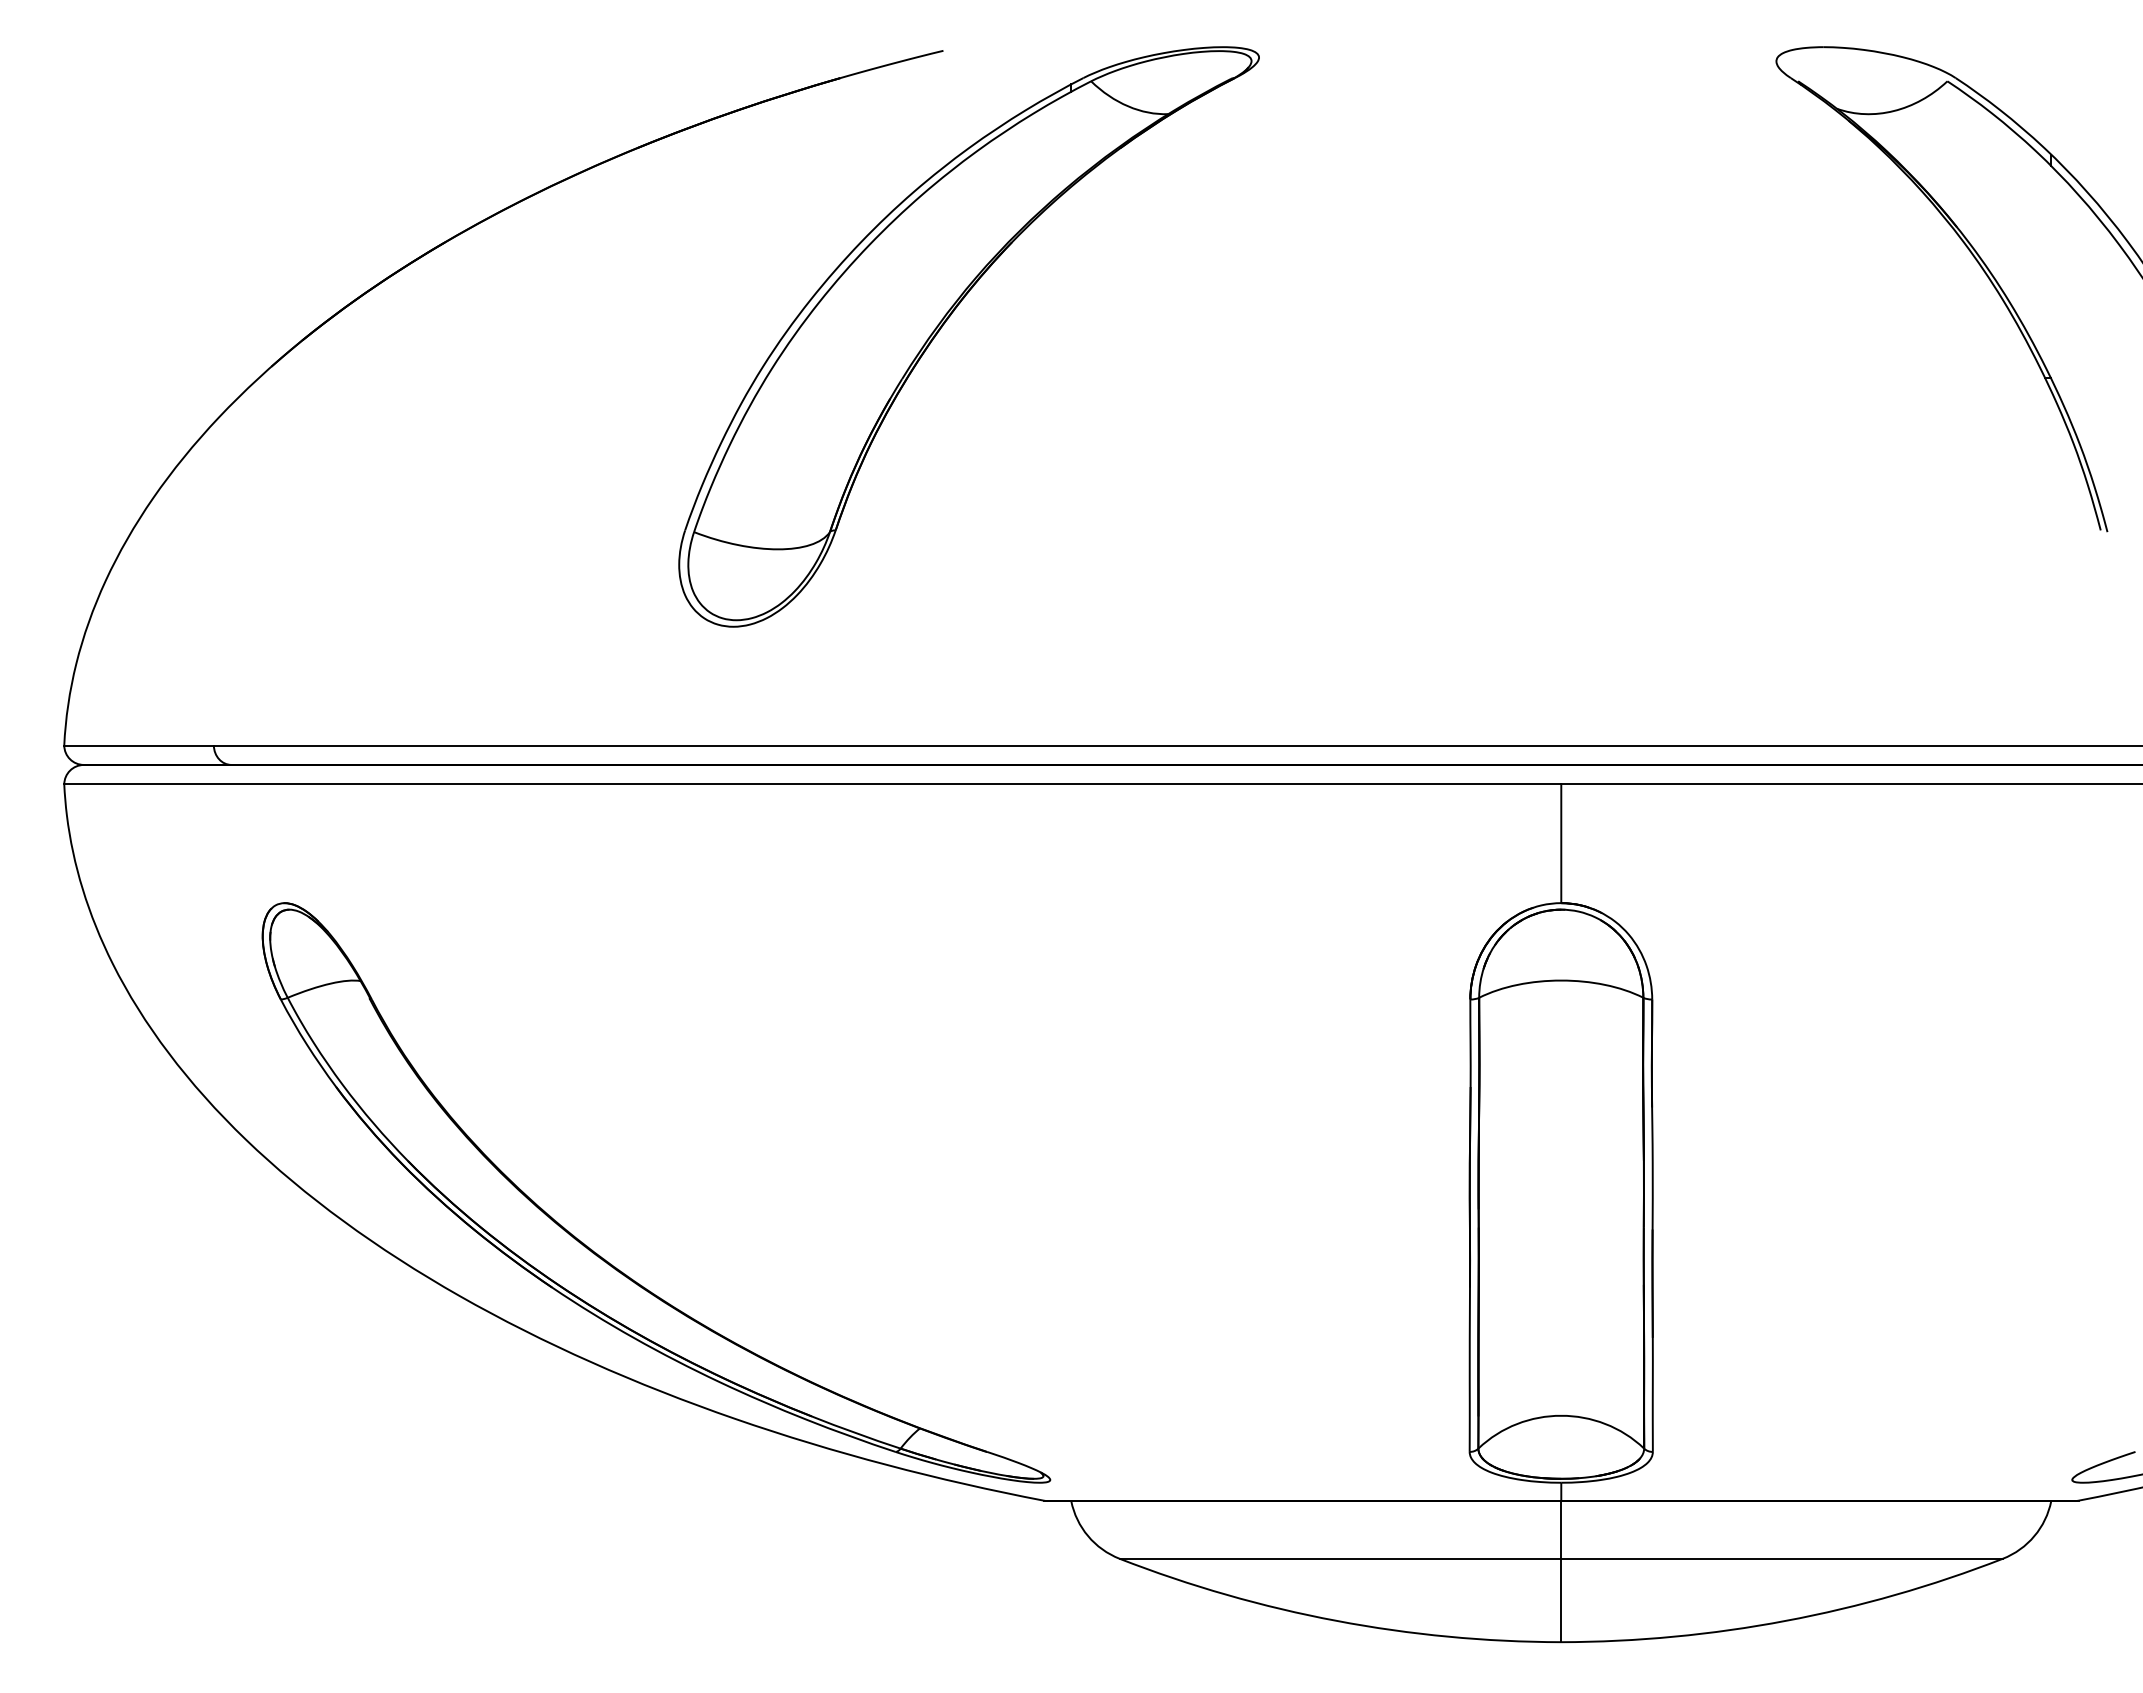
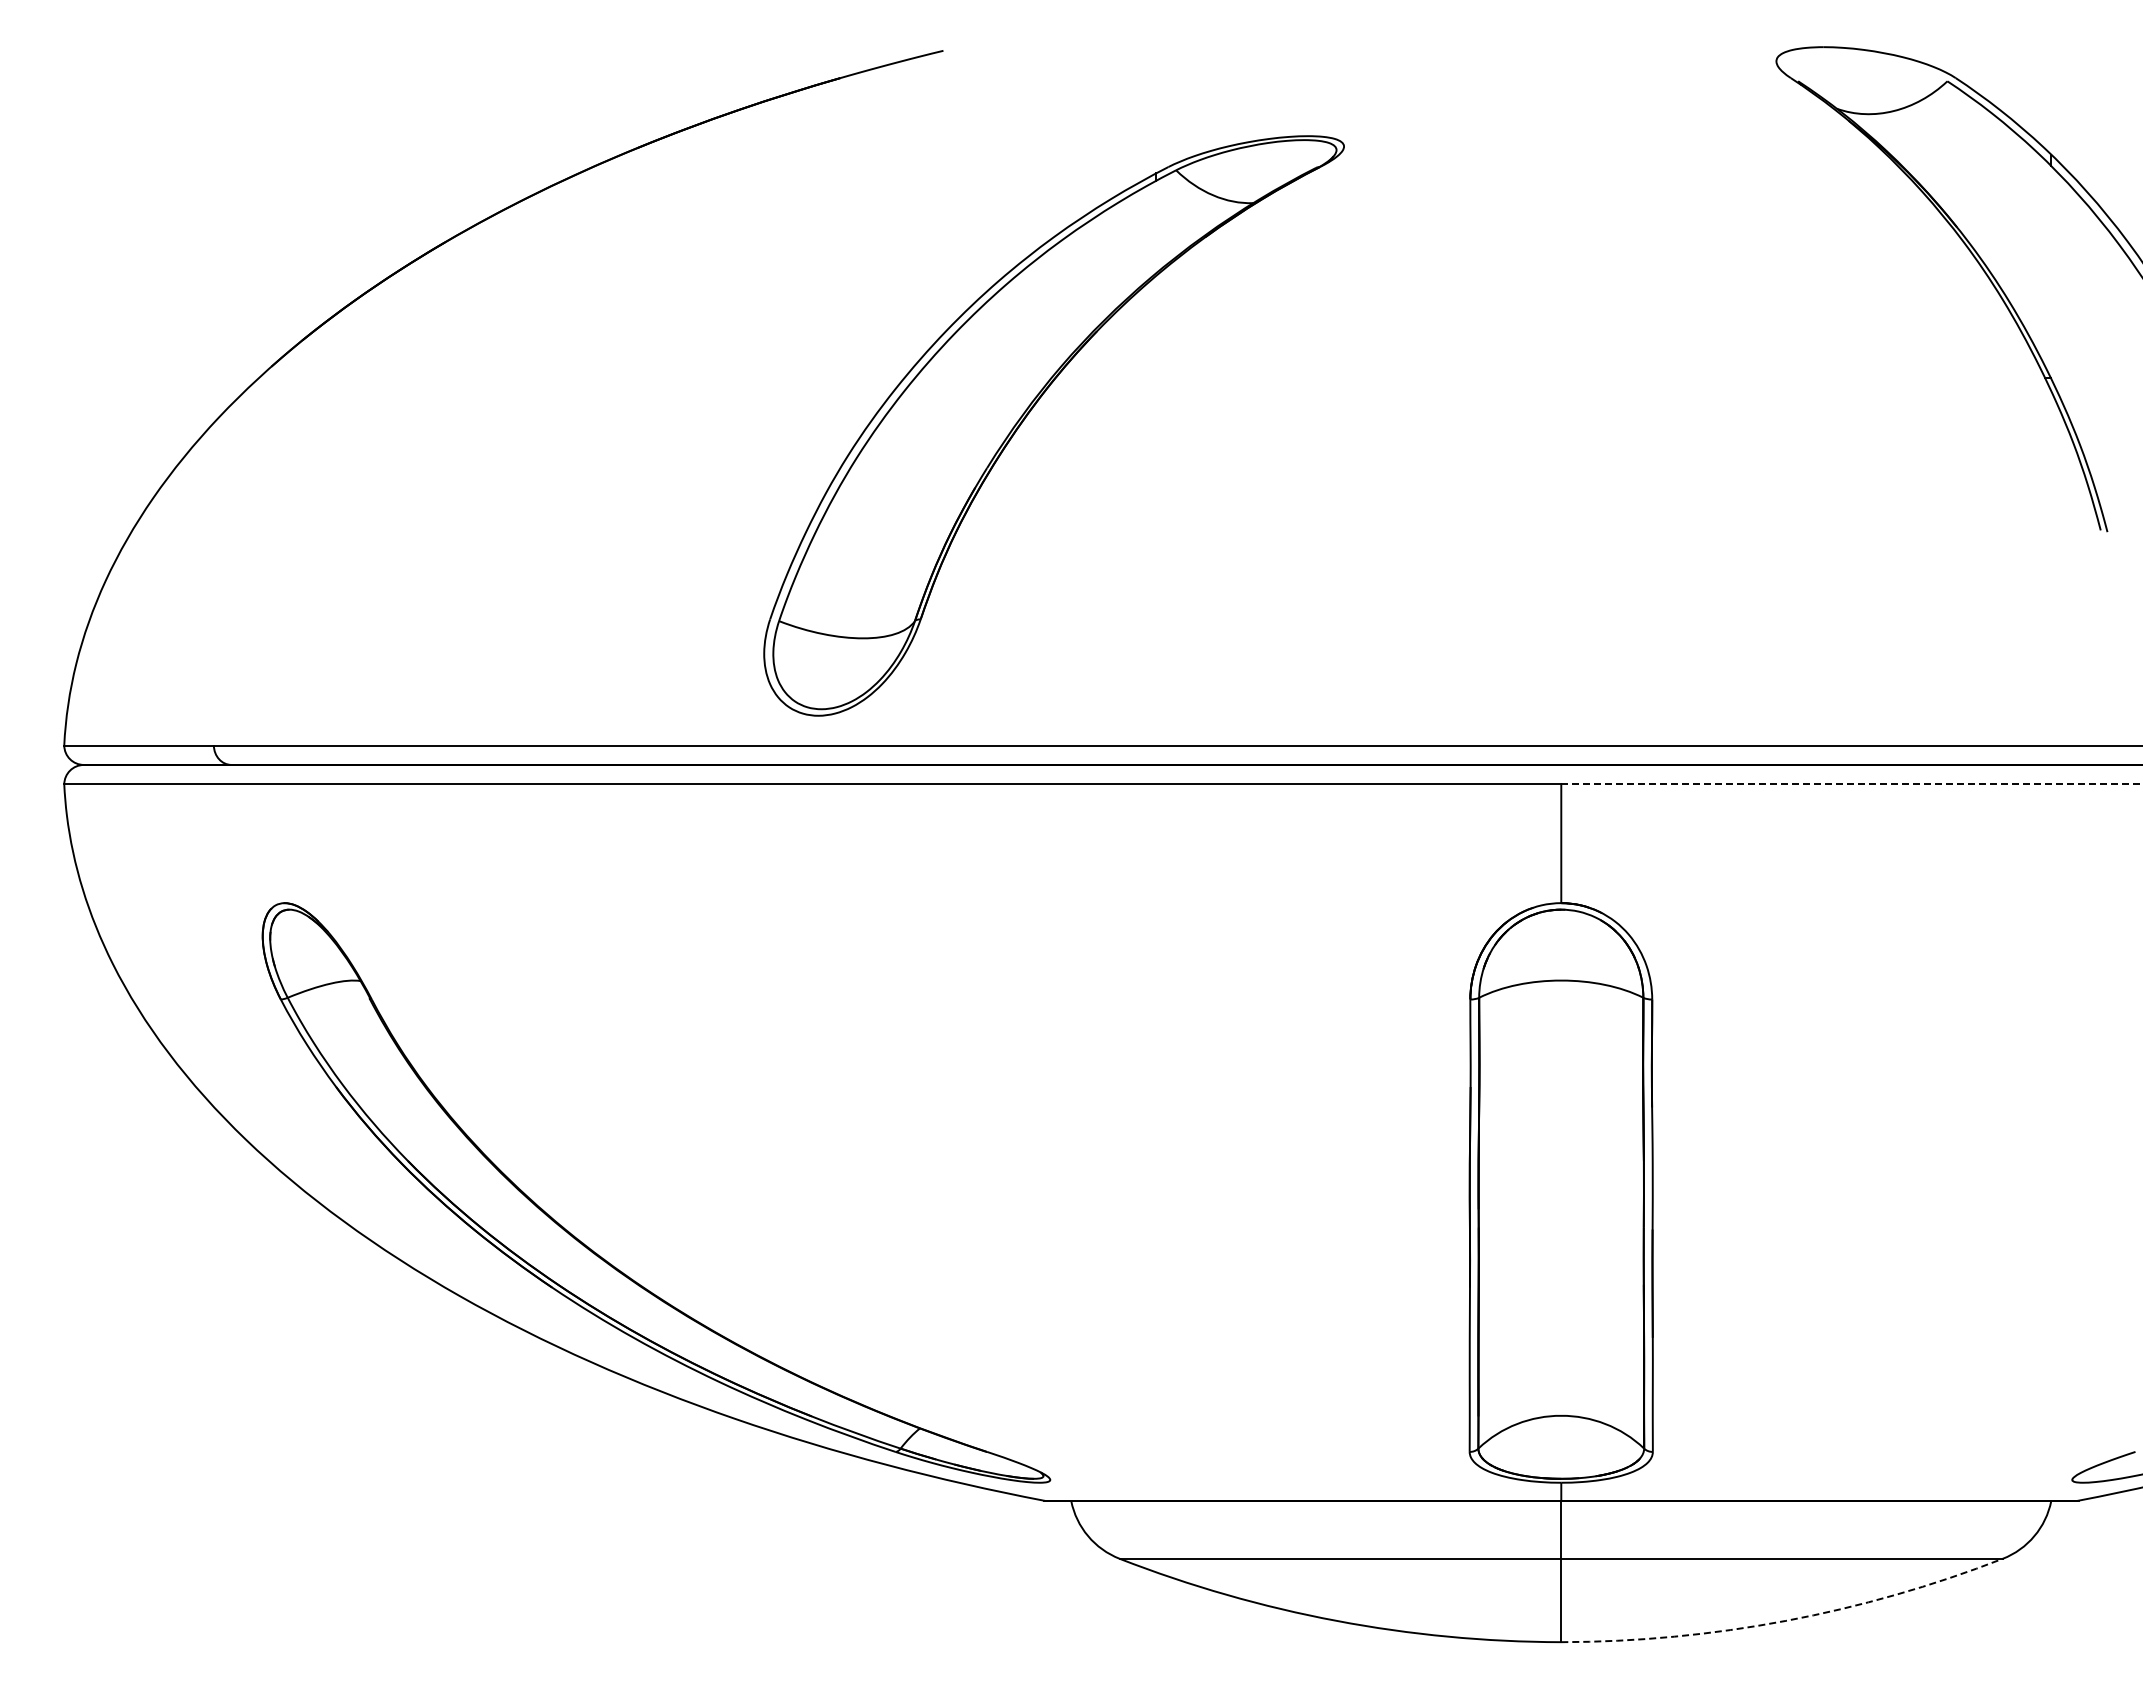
part at (948, 319) position: (948, 319) -> (1033, 408)
line at (1852, 784): solid -> dashed
arc at (1785, 1620): solid -> dashed
